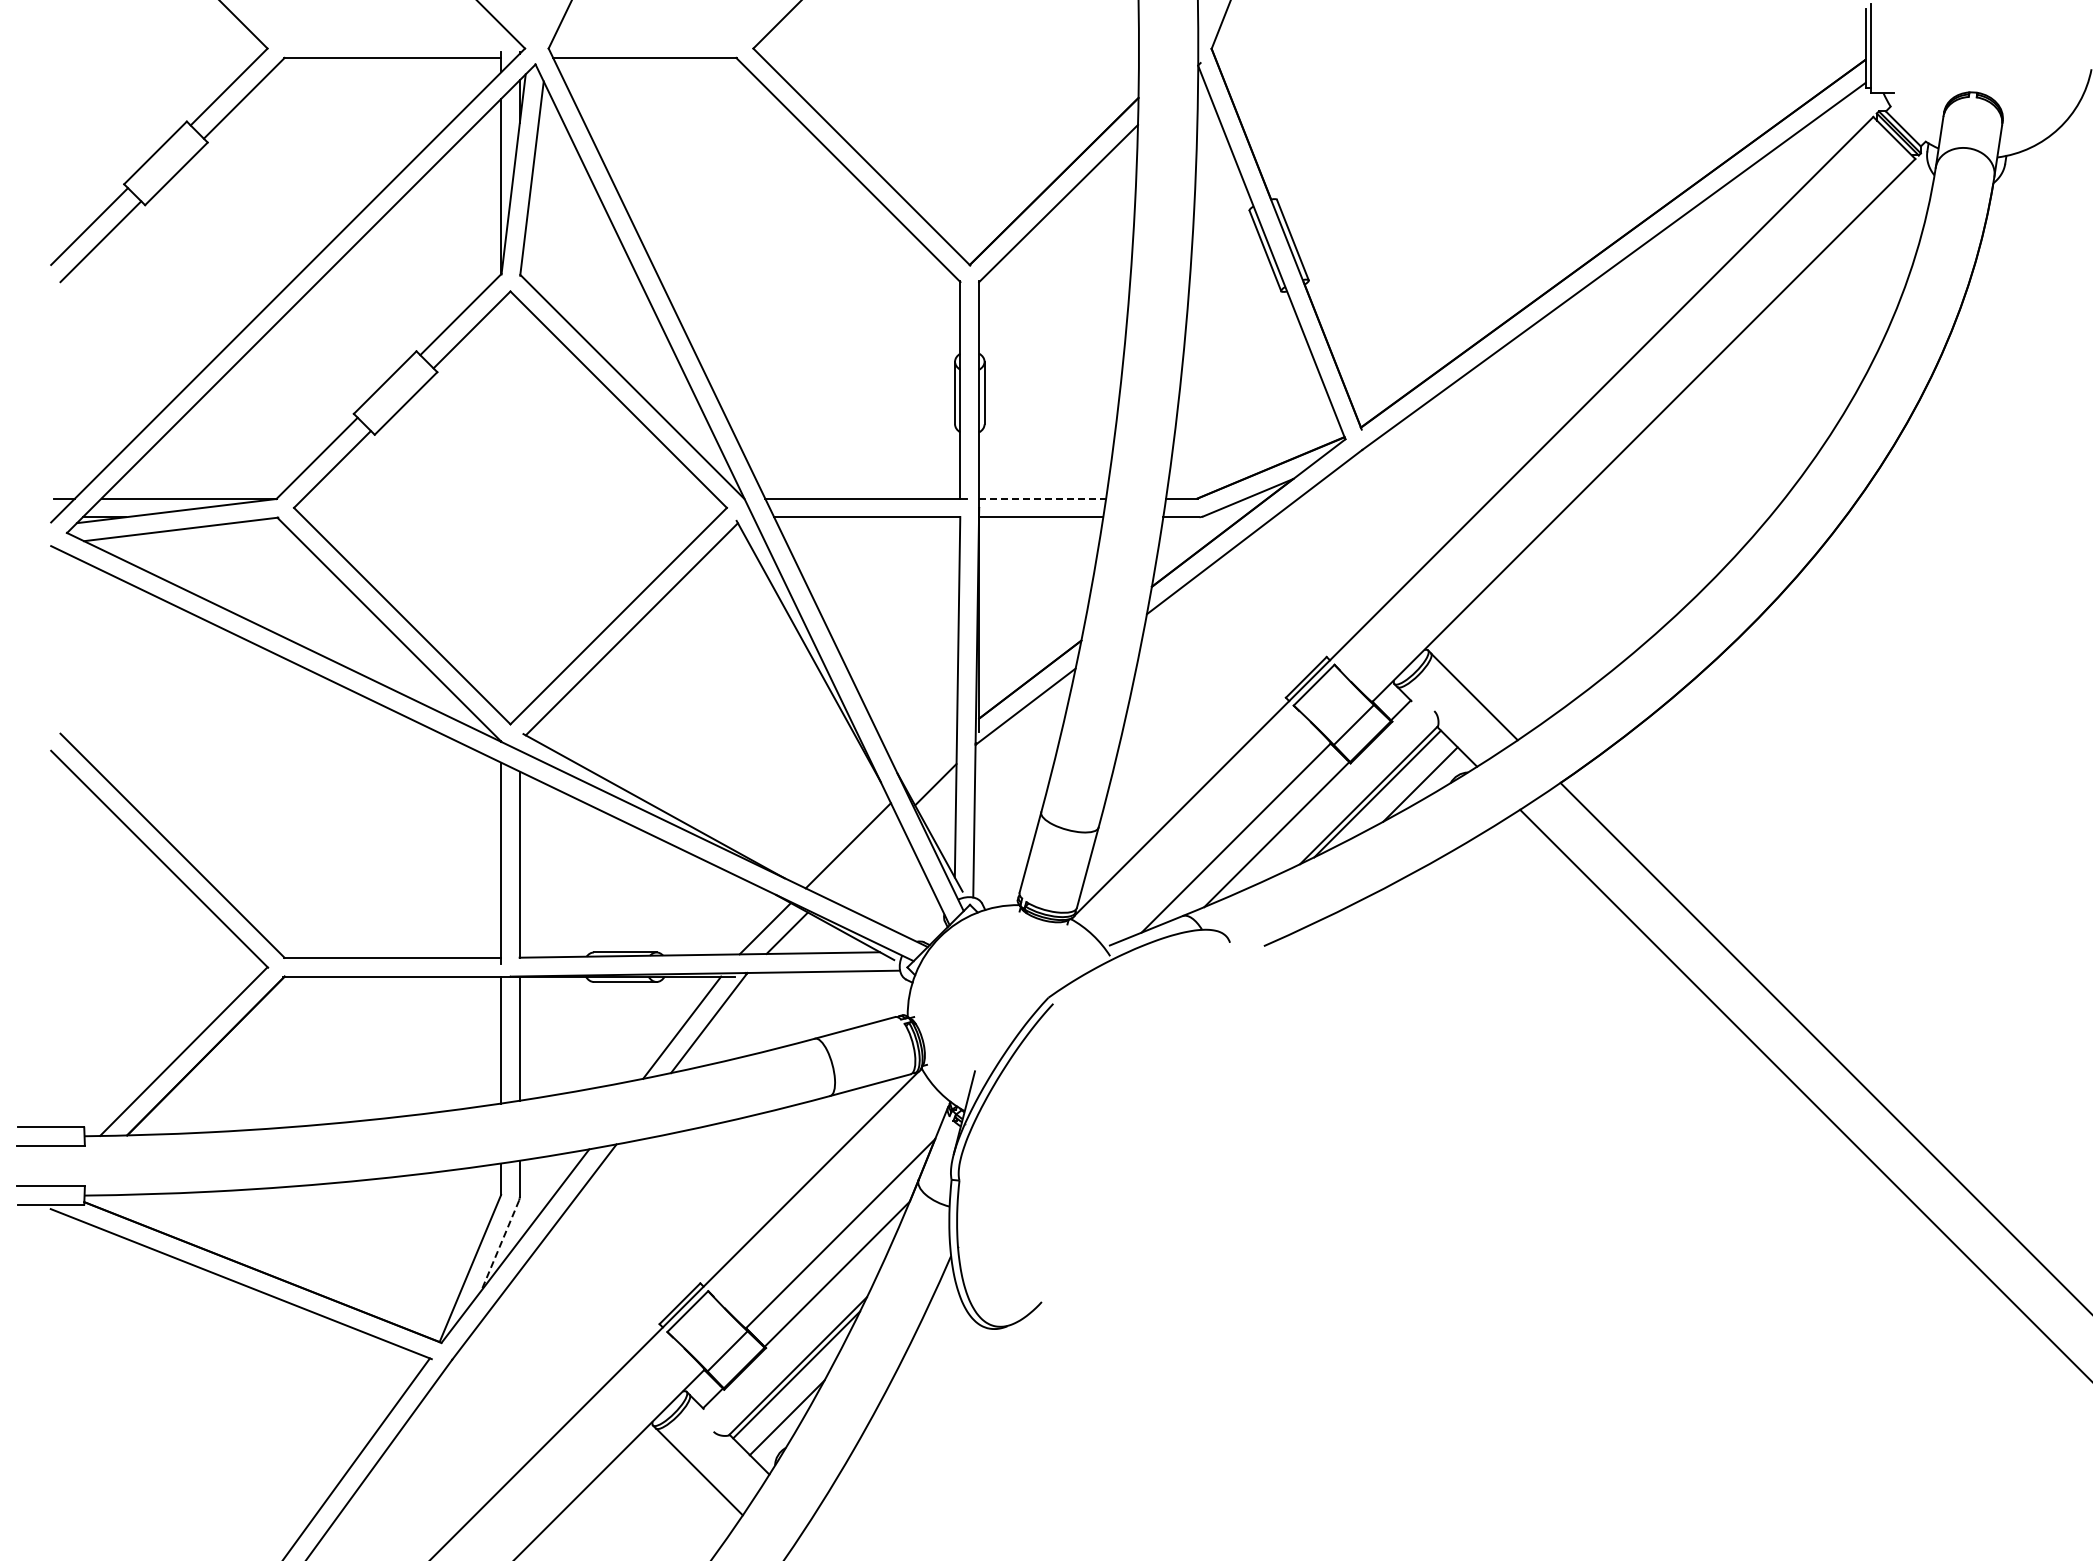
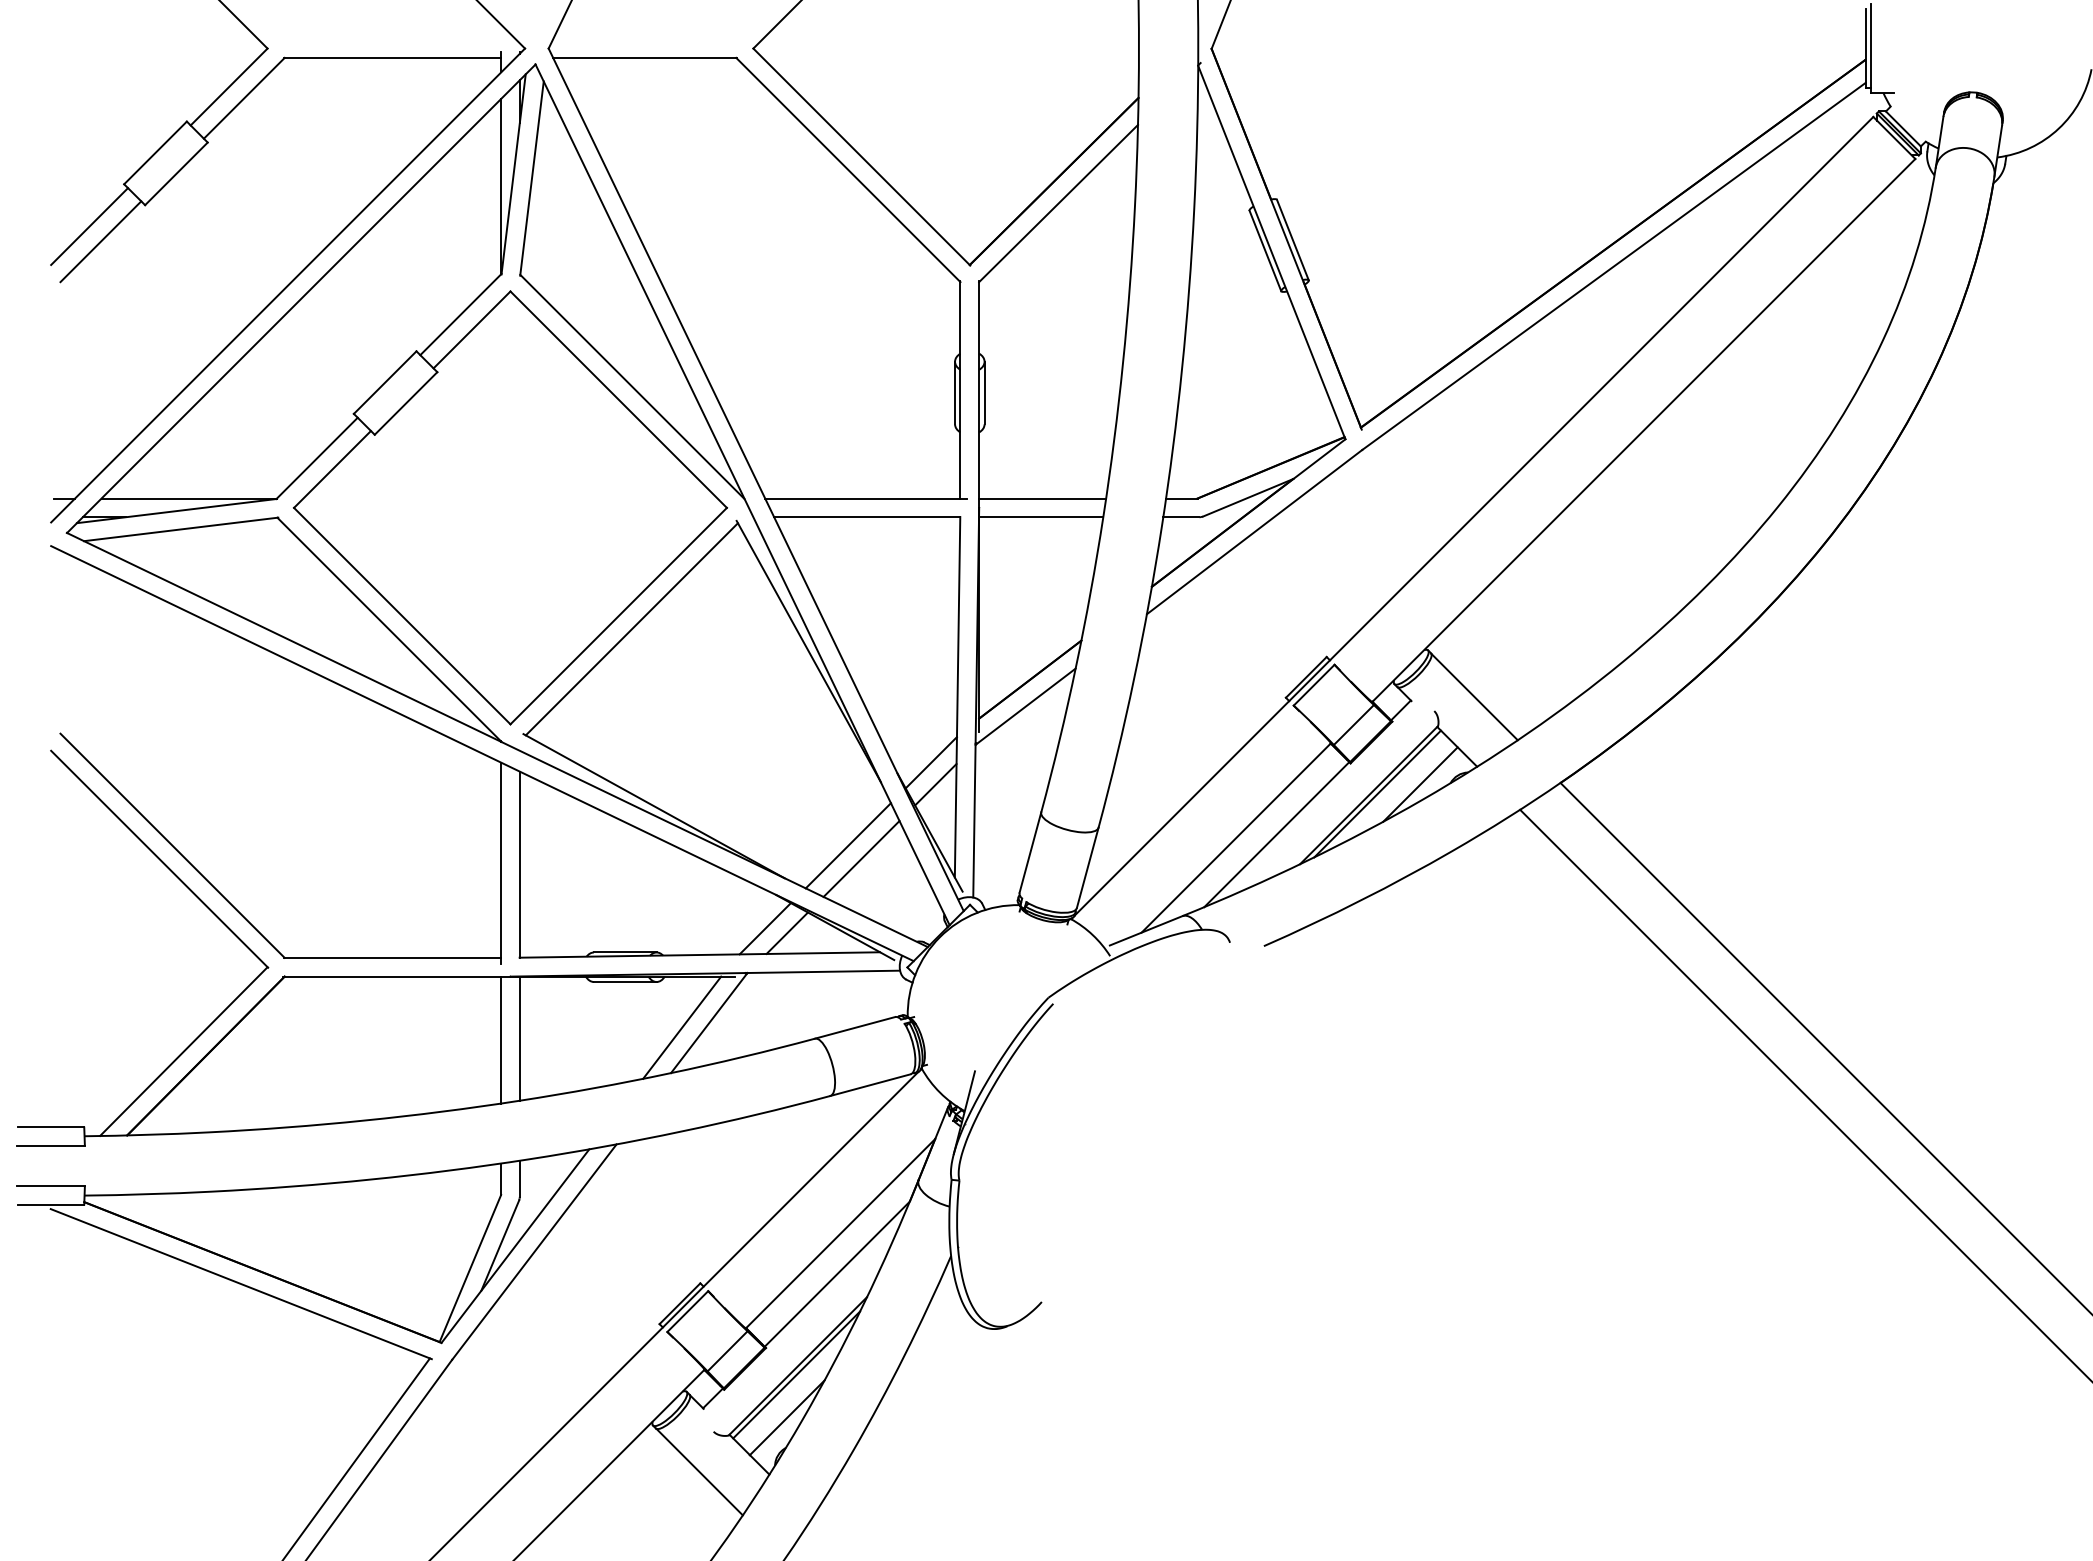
line at (1043, 498): dashed -> solid
line at (930, 762): none -> present
line at (861, 858): none -> present
line at (500, 1245): dashed -> solid
